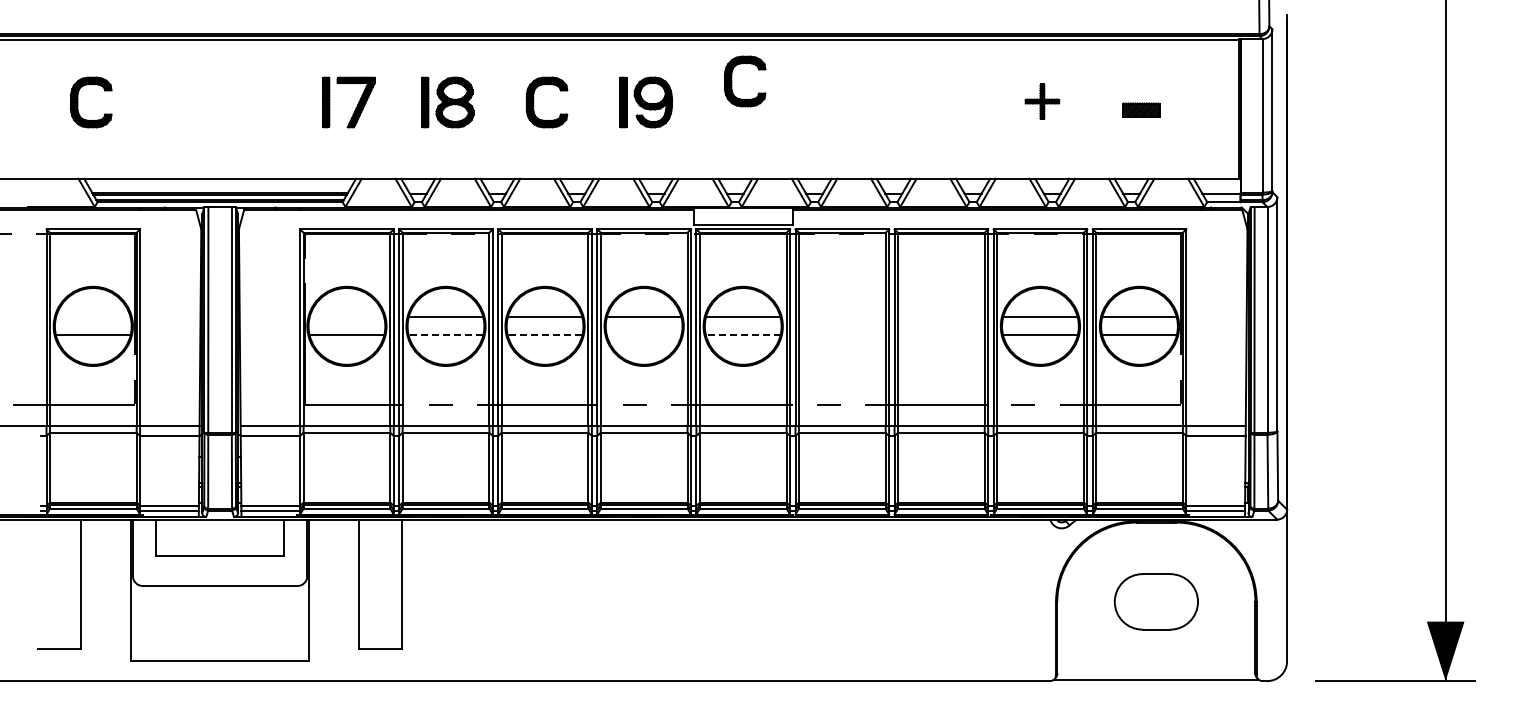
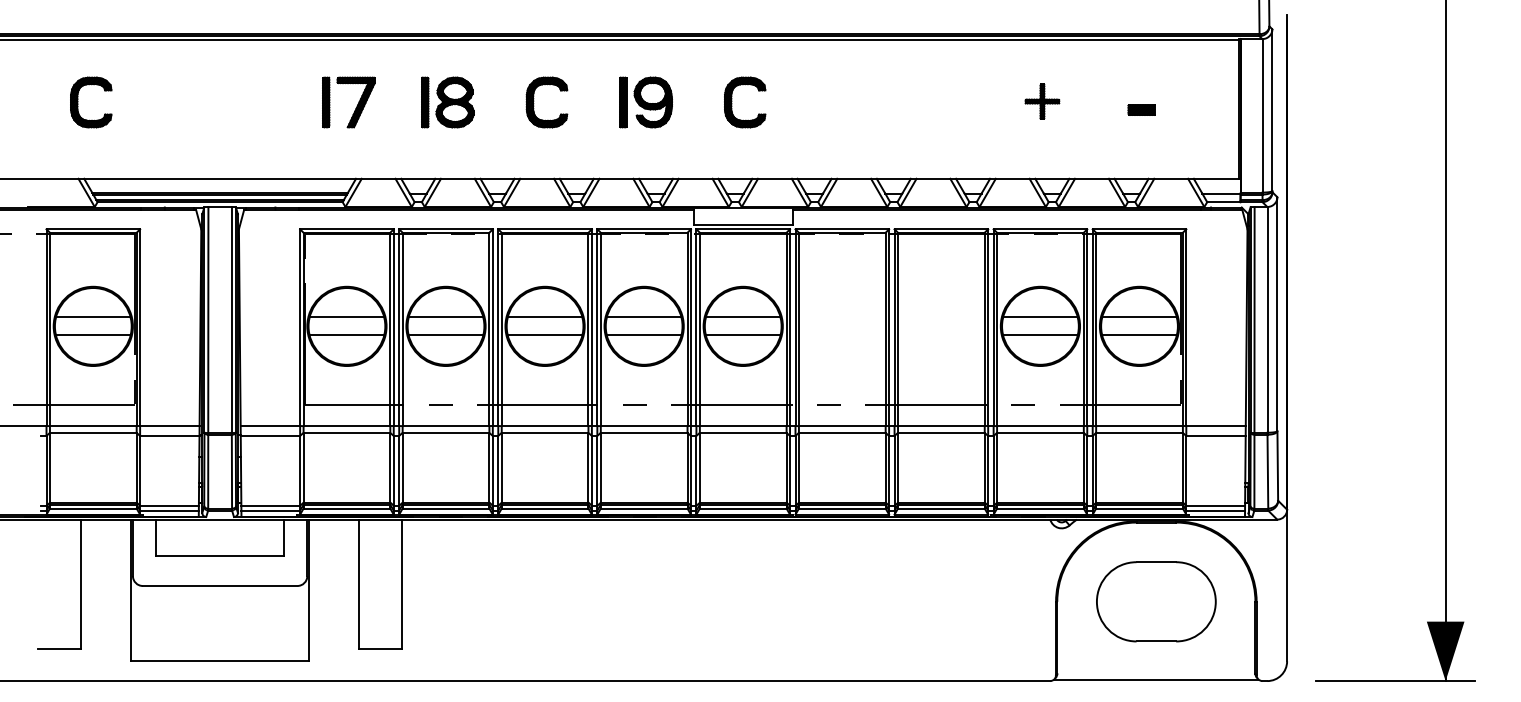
part at (732, 80) position: (732, 80) -> (732, 101)
part at (1141, 109) size: 39x16 px -> 29x12 px
line at (93, 317): none -> present
line at (346, 317): none -> present
line at (445, 335): dashed -> solid
line at (544, 335): dashed -> solid
line at (643, 335): none -> present
line at (742, 335): dashed -> solid
part at (1155, 601) size: 86x58 px -> 121x82 px
